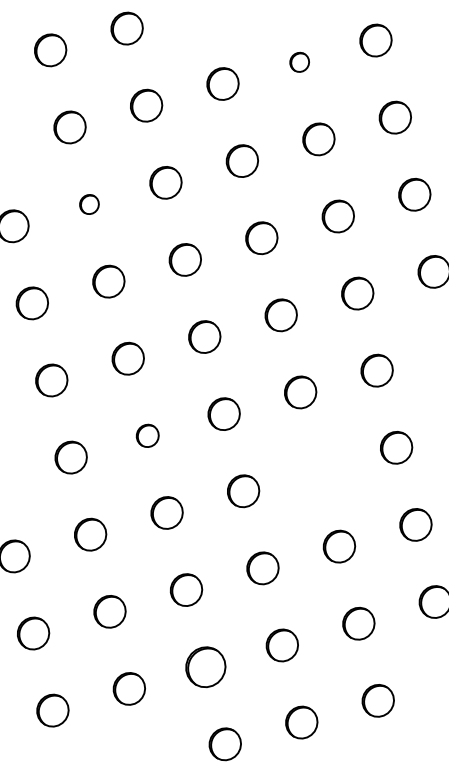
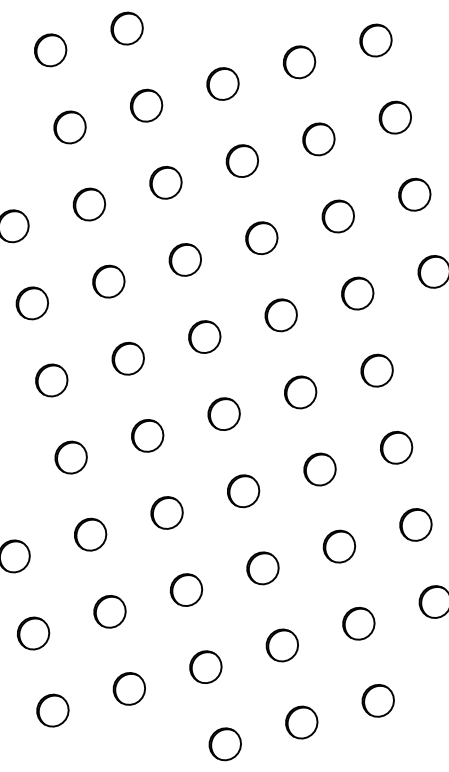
part at (299, 61) size: 21x22 px -> 34x35 px
part at (89, 204) size: 21x21 px -> 35x35 px
part at (147, 435) size: 25x25 px -> 34x34 px
part at (319, 469): none -> present
part at (205, 667) size: 42x43 px -> 34x34 px
